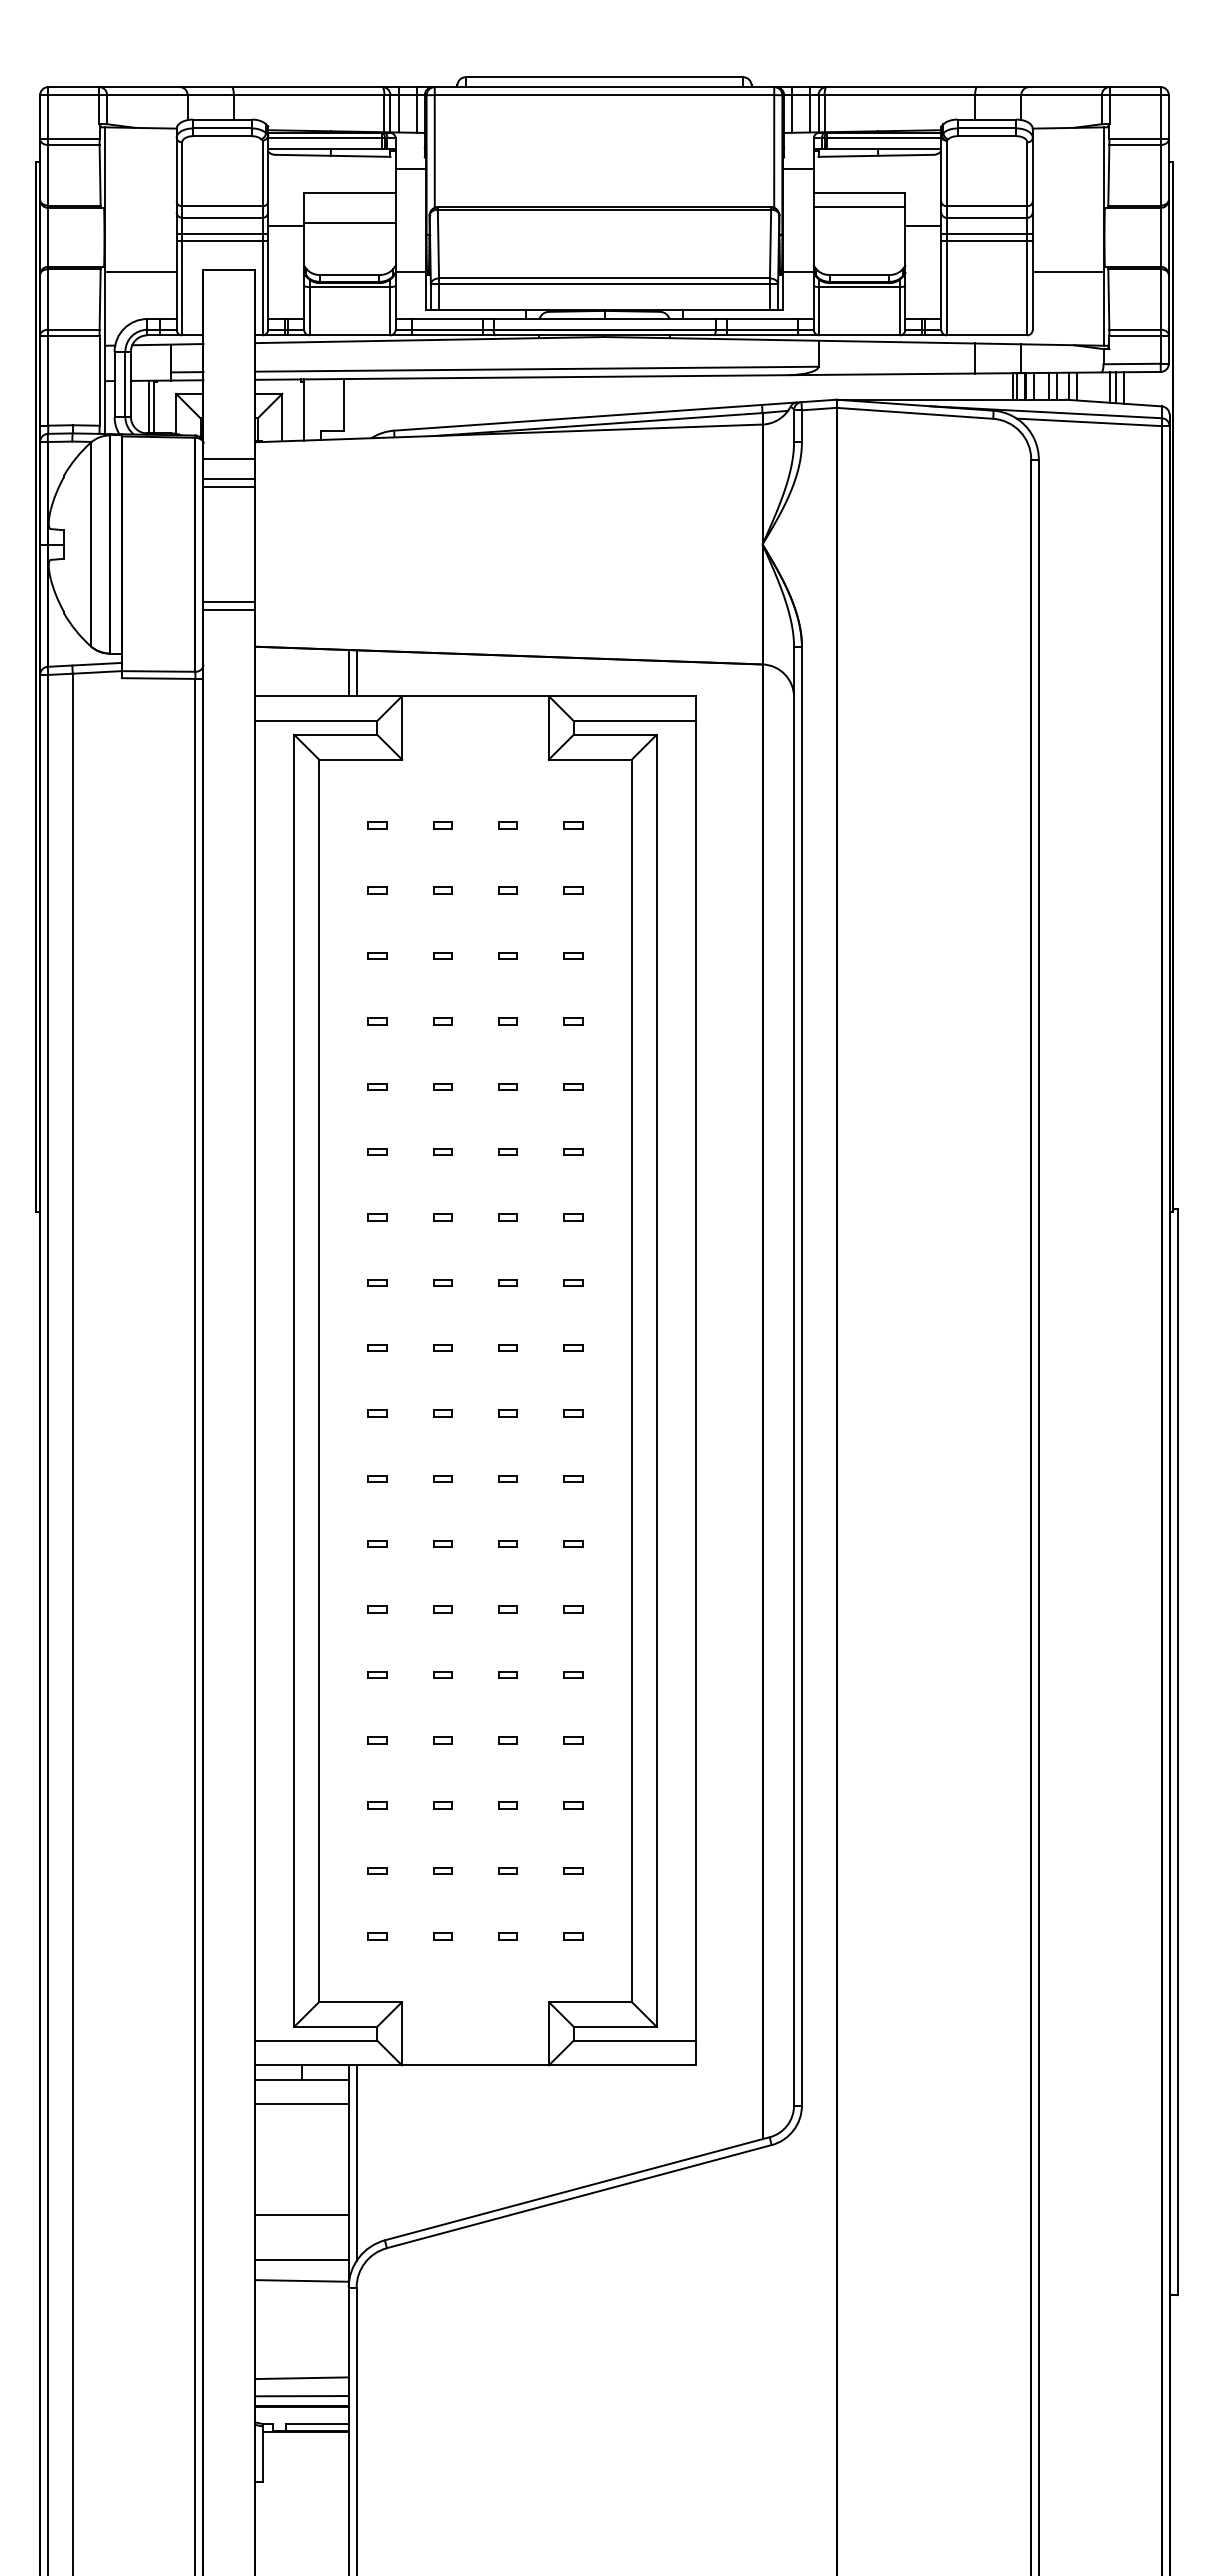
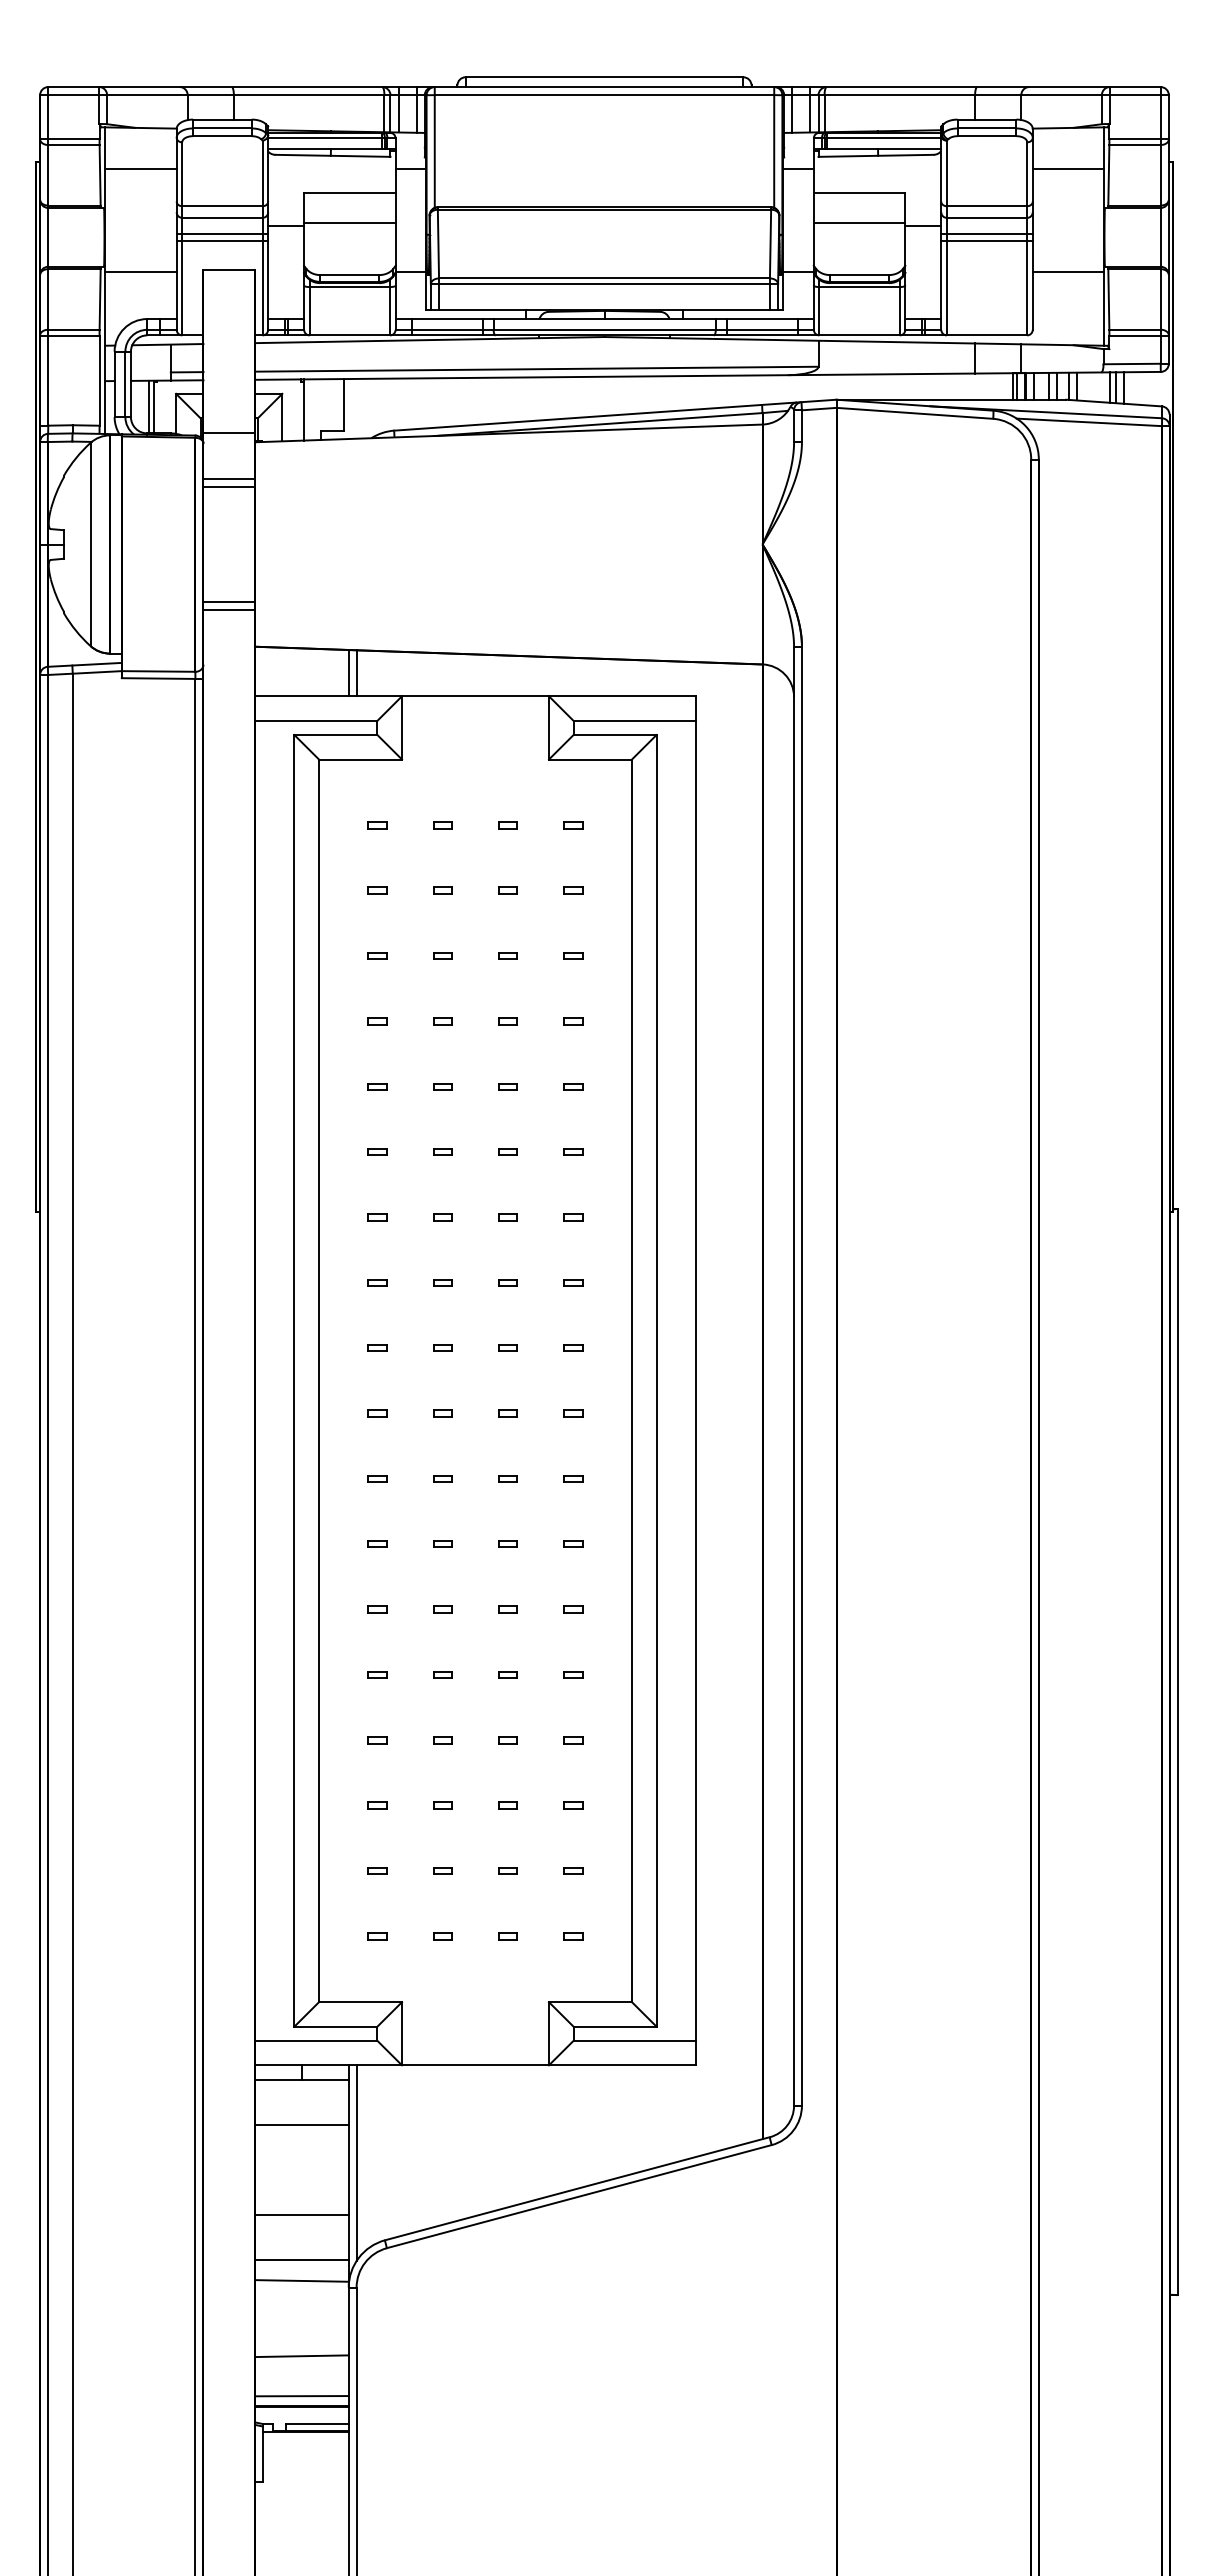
line at (140, 168): none -> present
line at (1067, 168): none -> present
line at (859, 207) position: (859, 207) -> (859, 223)
line at (228, 459) position: (228, 459) -> (228, 433)
line at (301, 2104) position: (301, 2104) -> (301, 2125)
line at (301, 2378) position: (301, 2378) -> (301, 2356)
